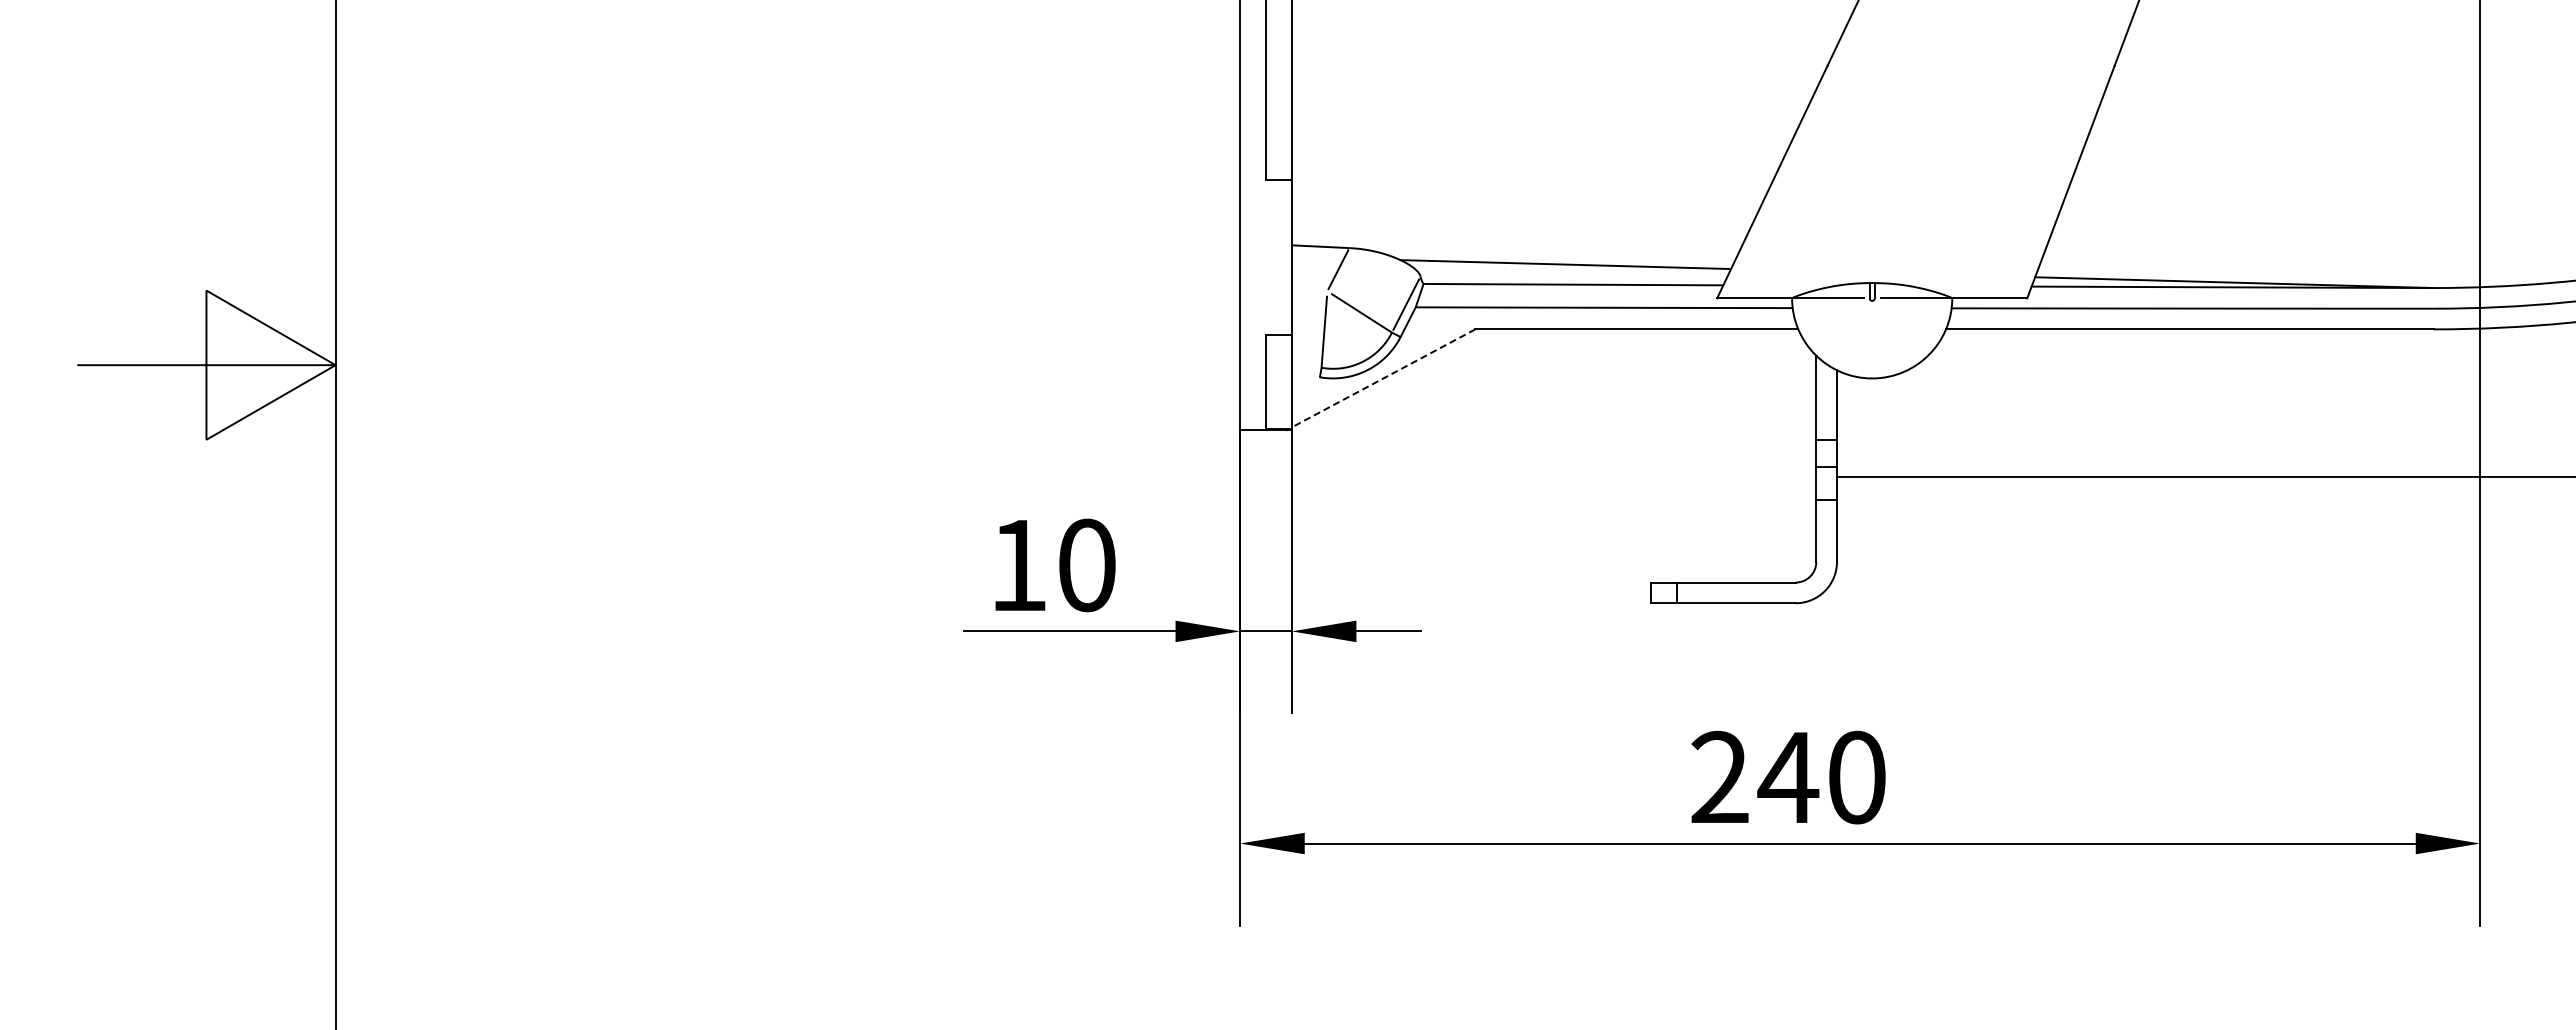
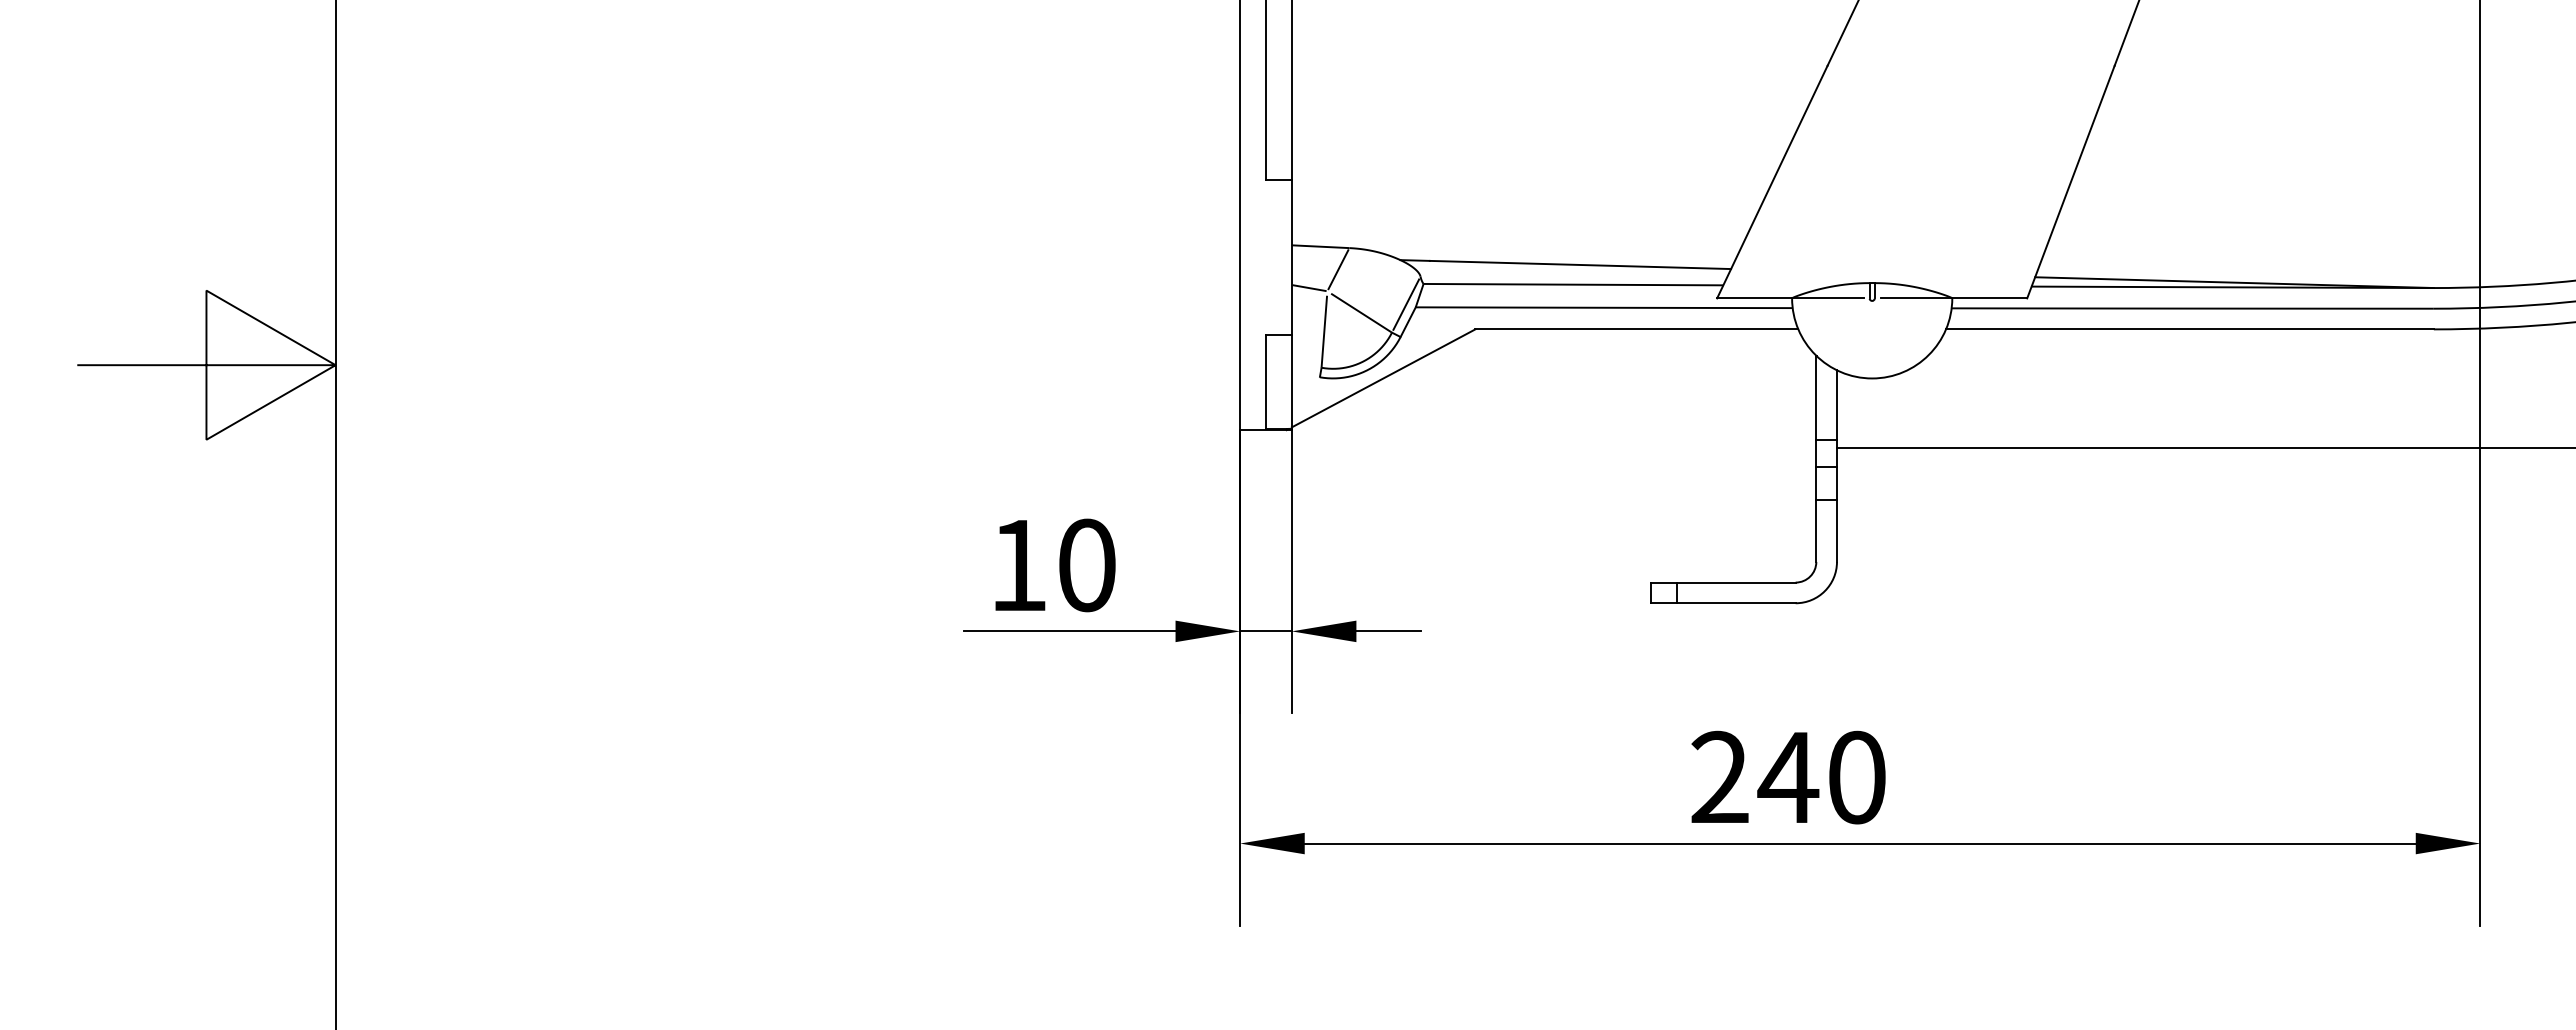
line at (1309, 287): none -> present
line at (1383, 378): dashed -> solid
line at (2204, 477) position: (2204, 477) -> (2204, 448)
